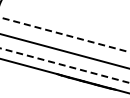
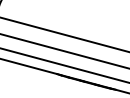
line at (64, 34): dashed -> solid
line at (64, 65): dashed -> solid
